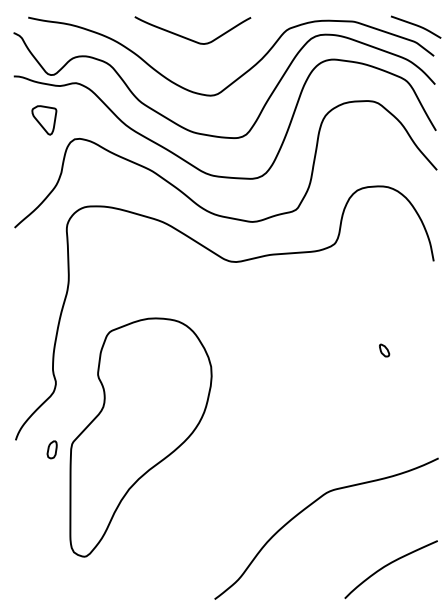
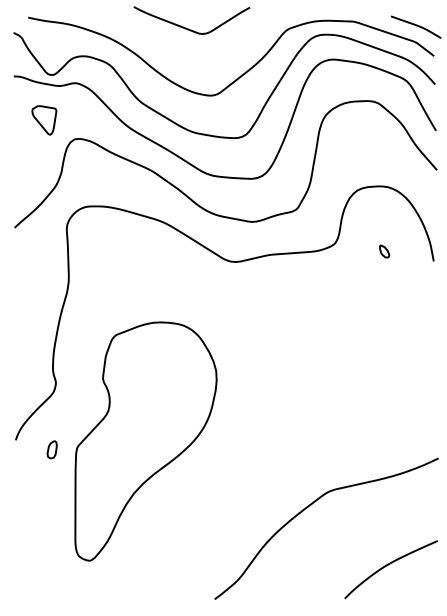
curve at (189, 38) position: (189, 38) -> (188, 28)
part at (384, 350) position: (384, 350) -> (384, 251)
part at (140, 437) position: (140, 437) -> (145, 441)
